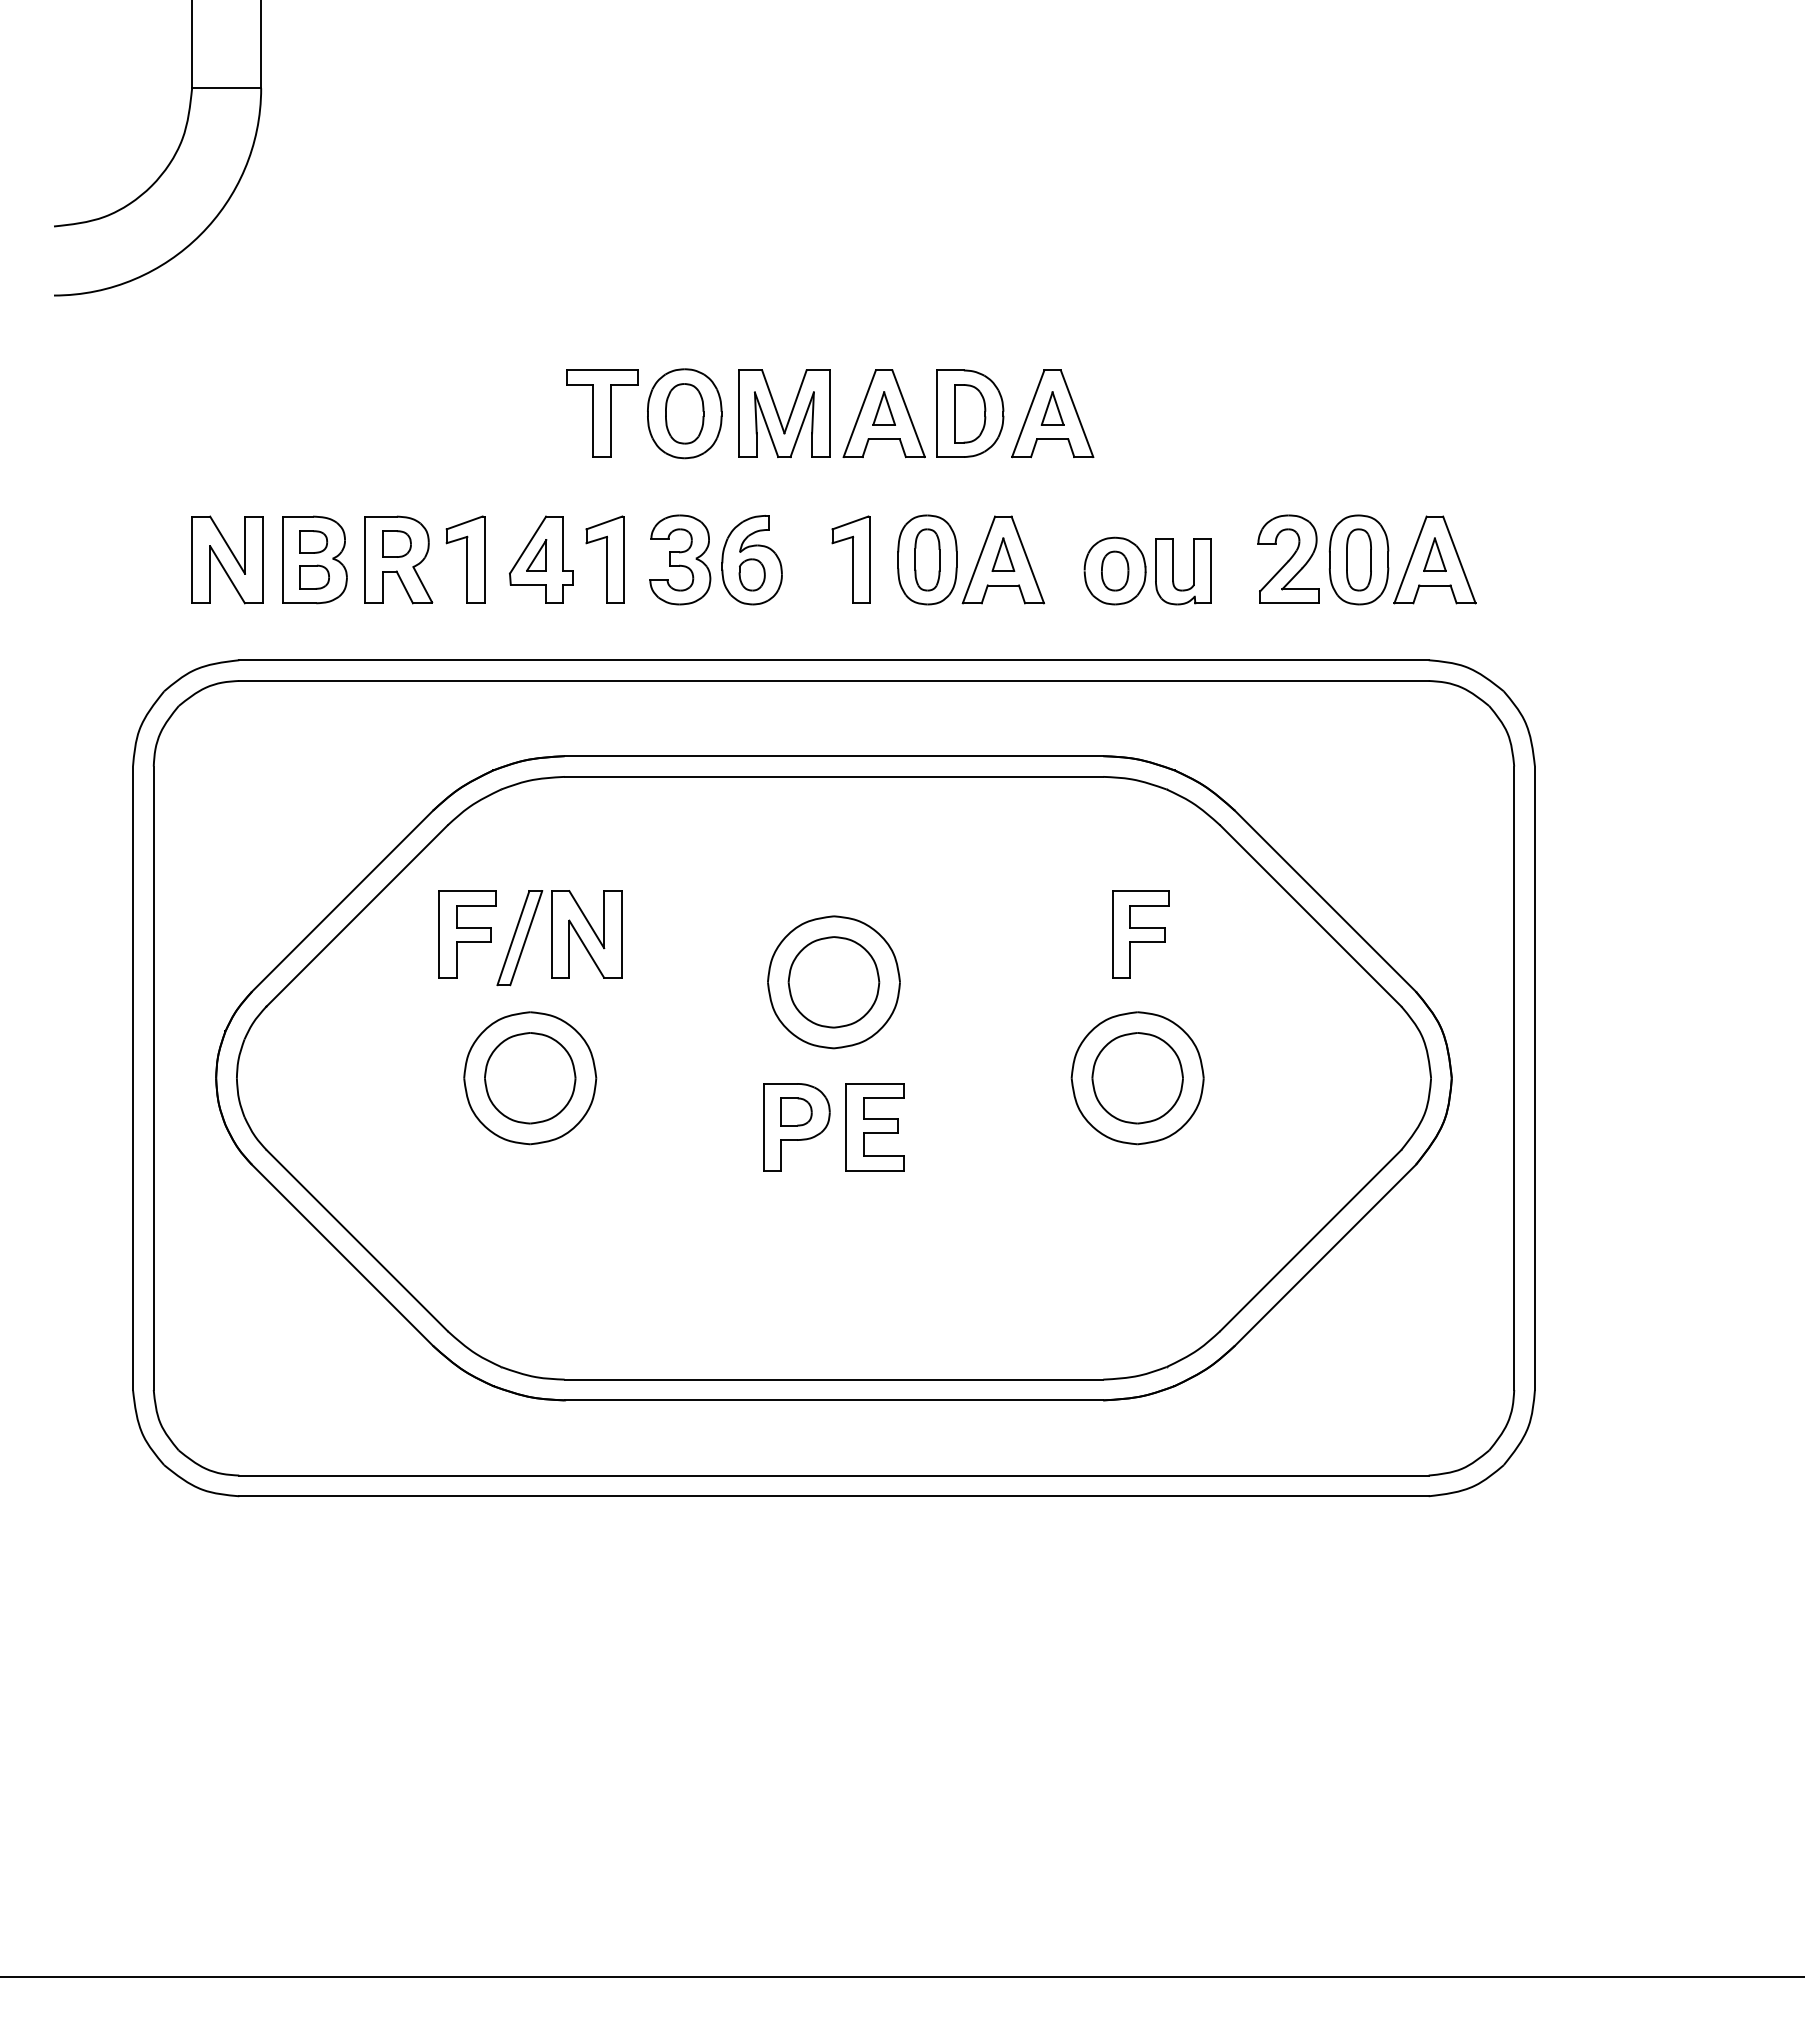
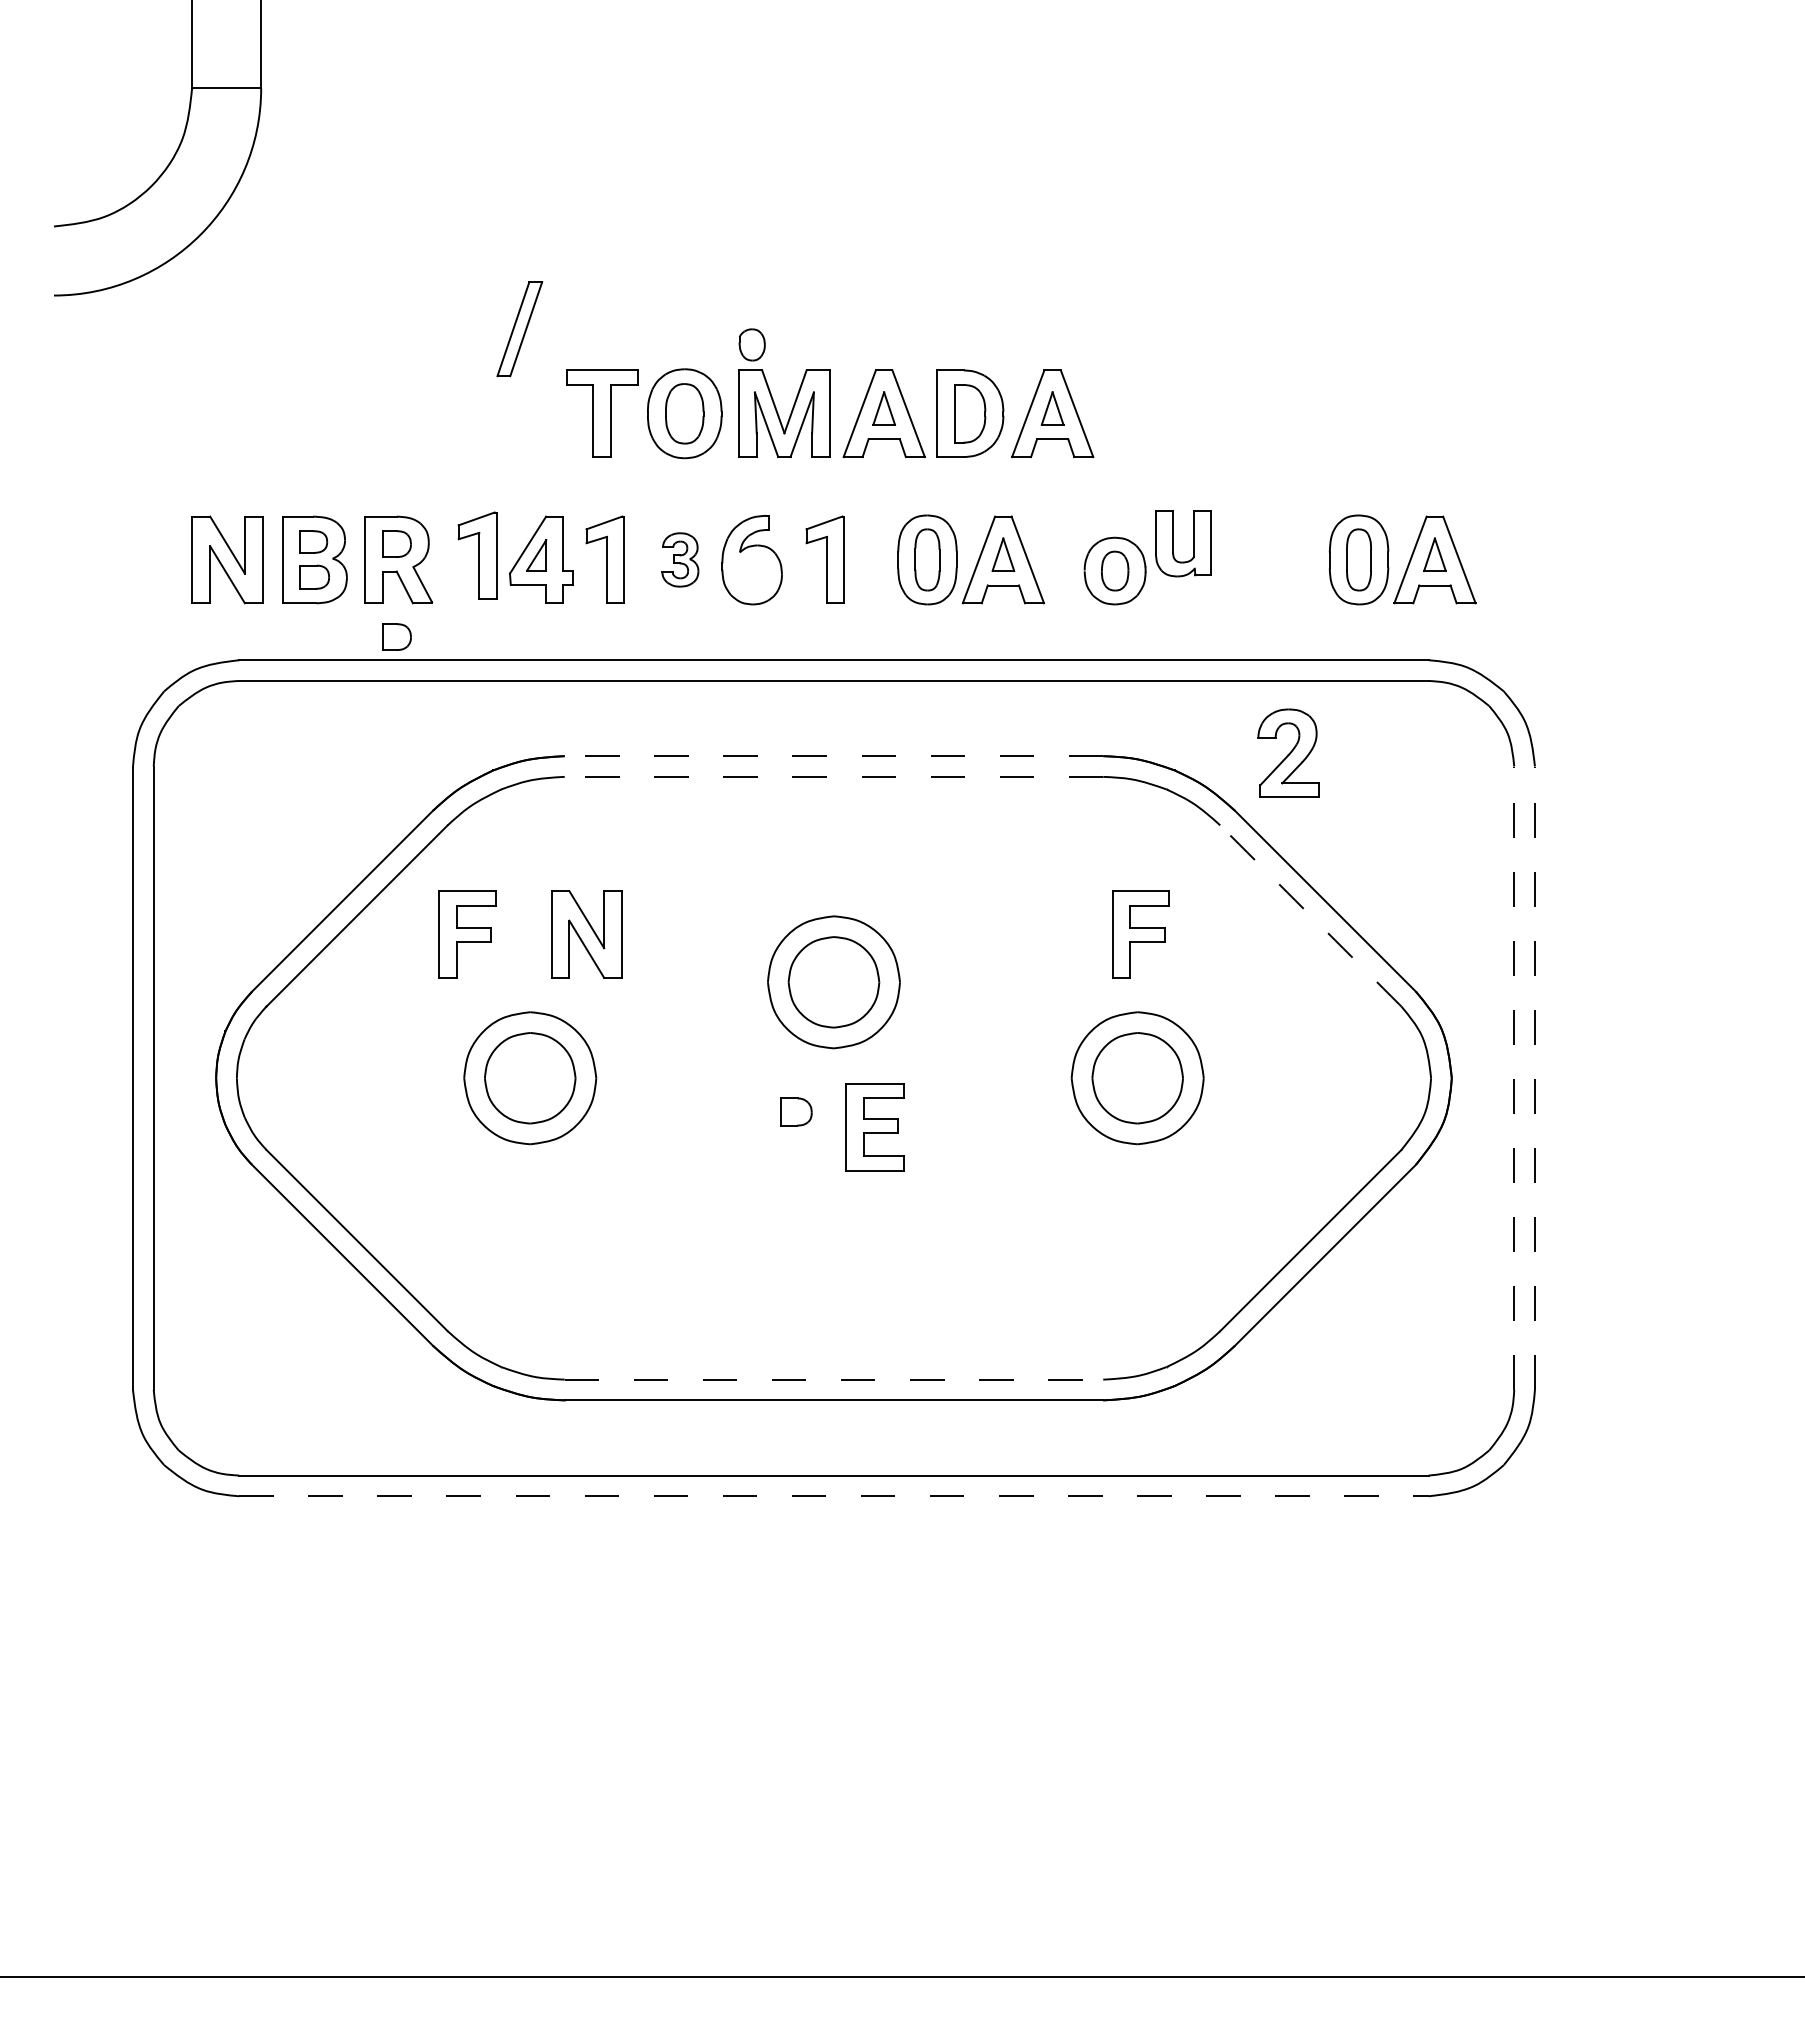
part at (1288, 558) position: (1288, 558) -> (1288, 752)
part at (465, 559) position: (465, 559) -> (477, 555)
part at (680, 559) size: 63x92 px -> 39x56 px
part at (850, 559) position: (850, 559) -> (824, 559)
part at (1173, 571) position: (1173, 571) -> (1173, 543)
part at (751, 574) position: (751, 574) -> (751, 344)
part at (396, 636): none -> present
line at (833, 756): solid -> dashed
line at (833, 776): solid -> dashed
line at (1310, 915): solid -> dashed
part at (519, 938) position: (519, 938) -> (519, 329)
line at (1514, 1078): solid -> dashed
line at (1534, 1078): solid -> dashed
part at (796, 1127): present -> none
line at (834, 1379): solid -> dashed
line at (833, 1496): solid -> dashed
